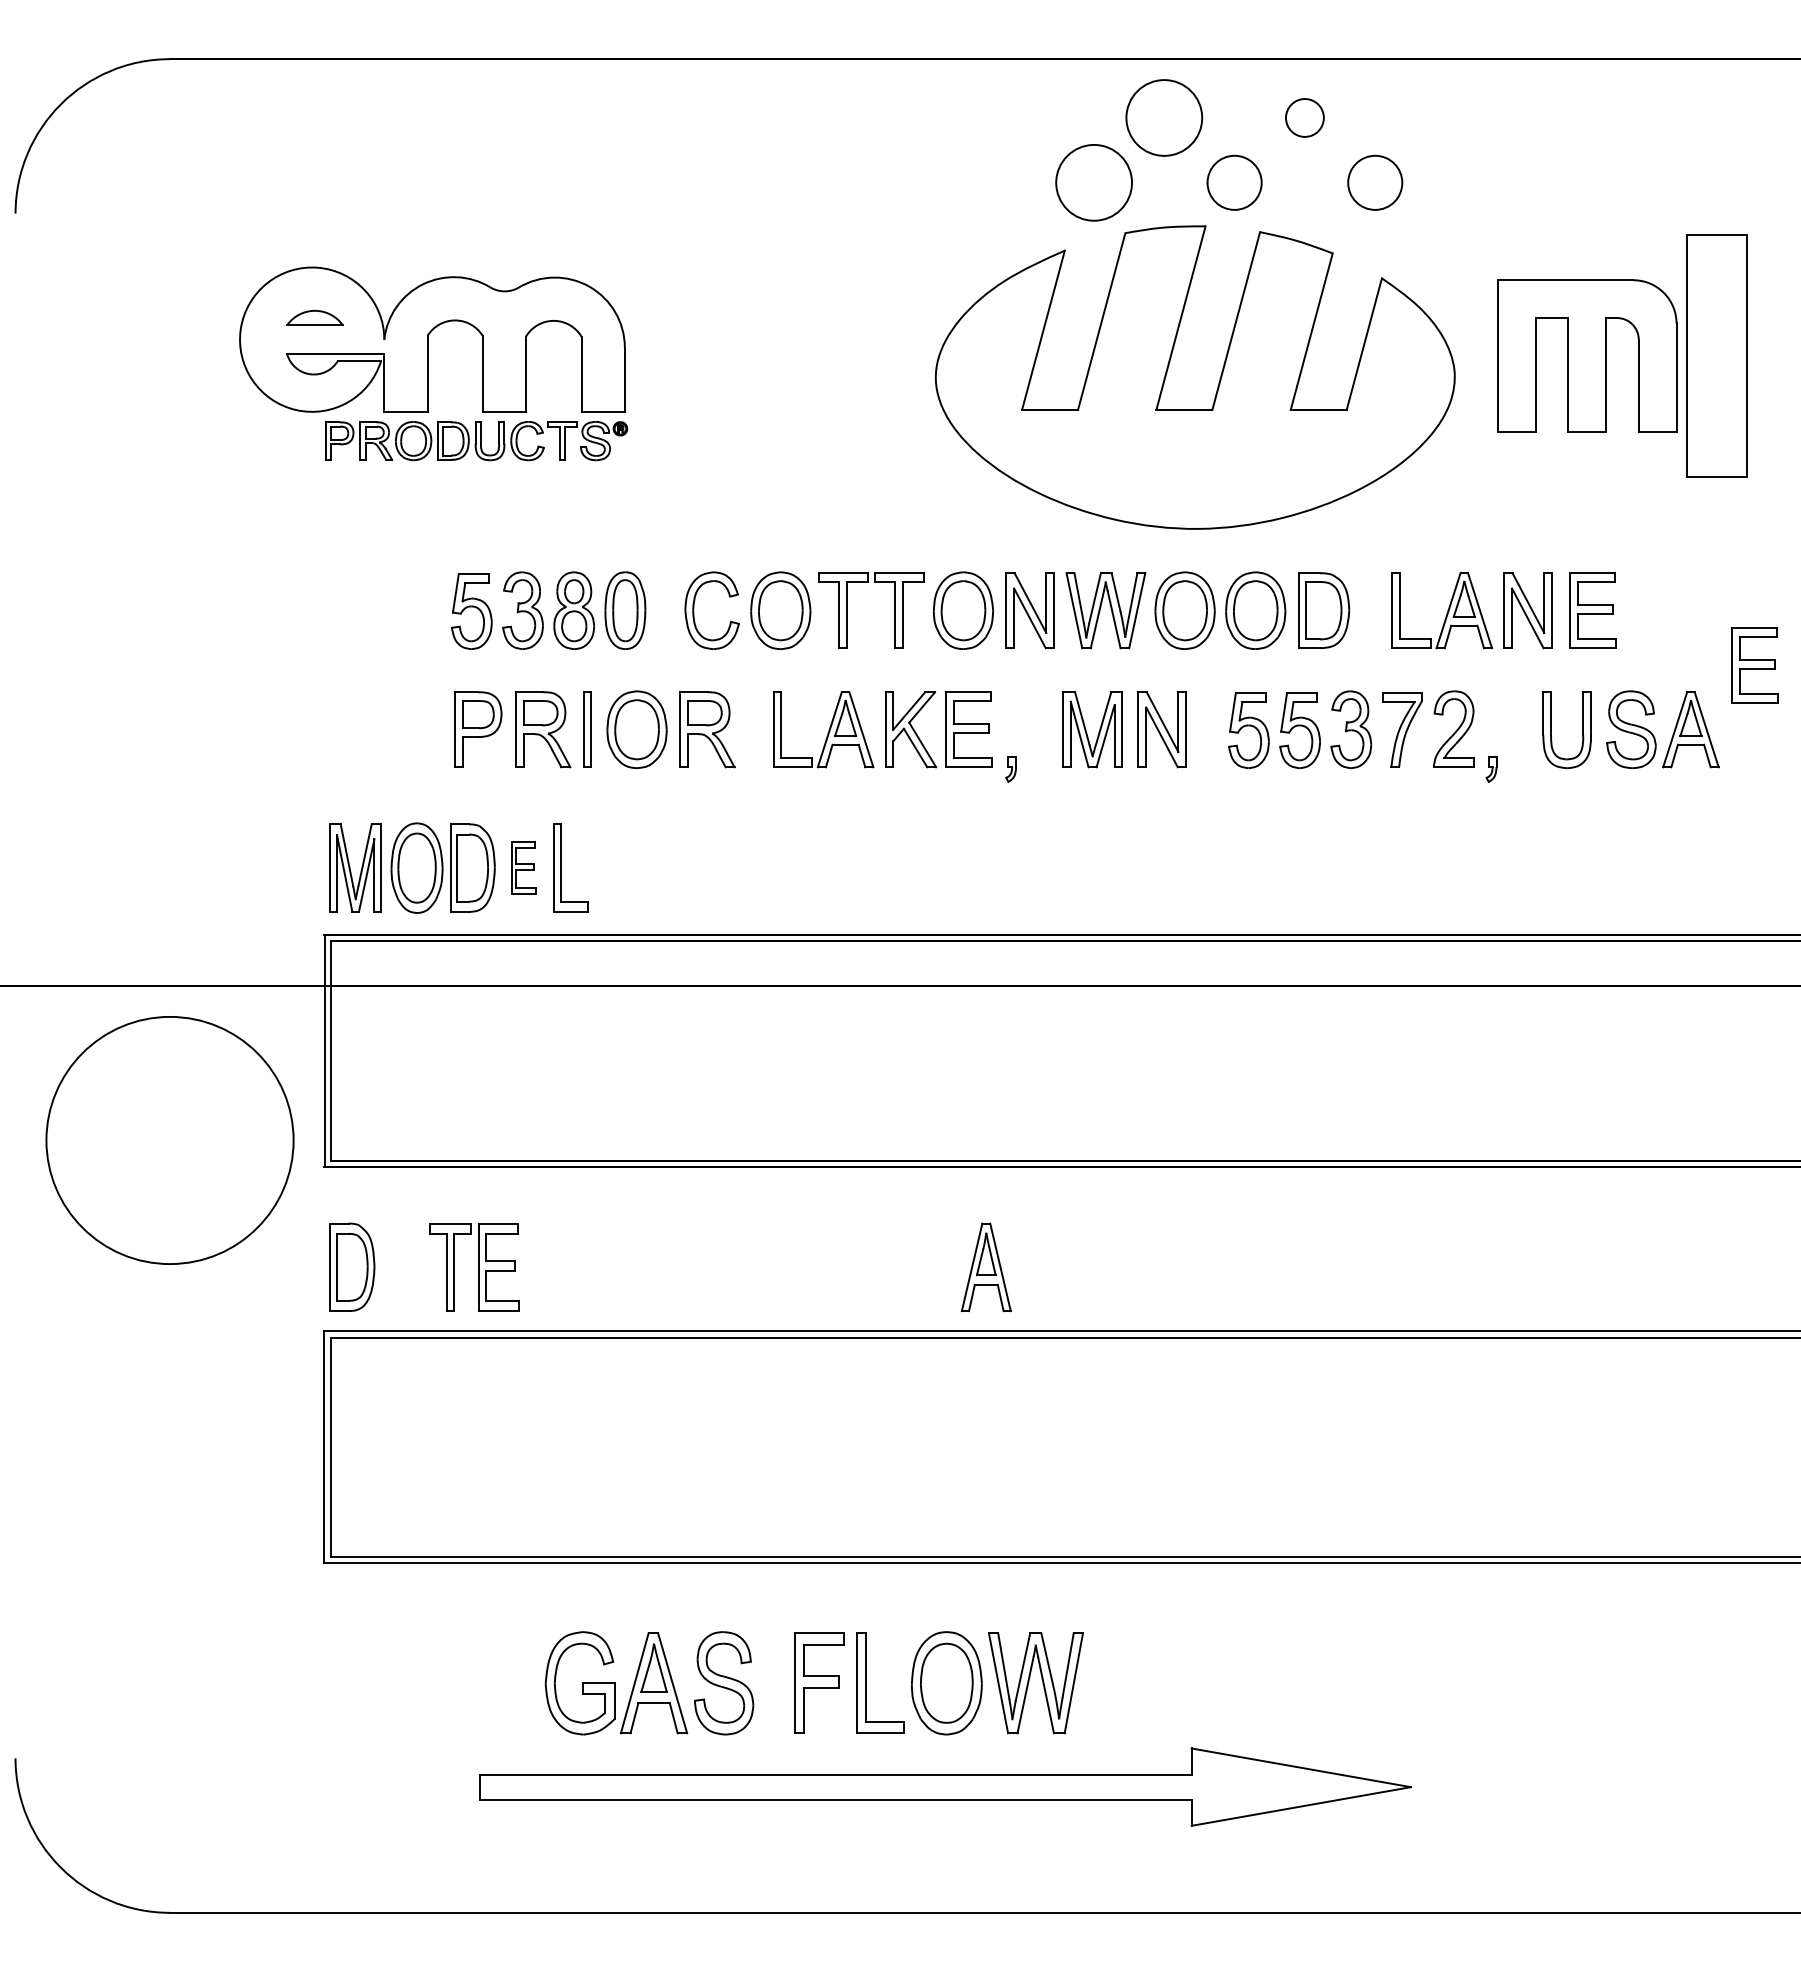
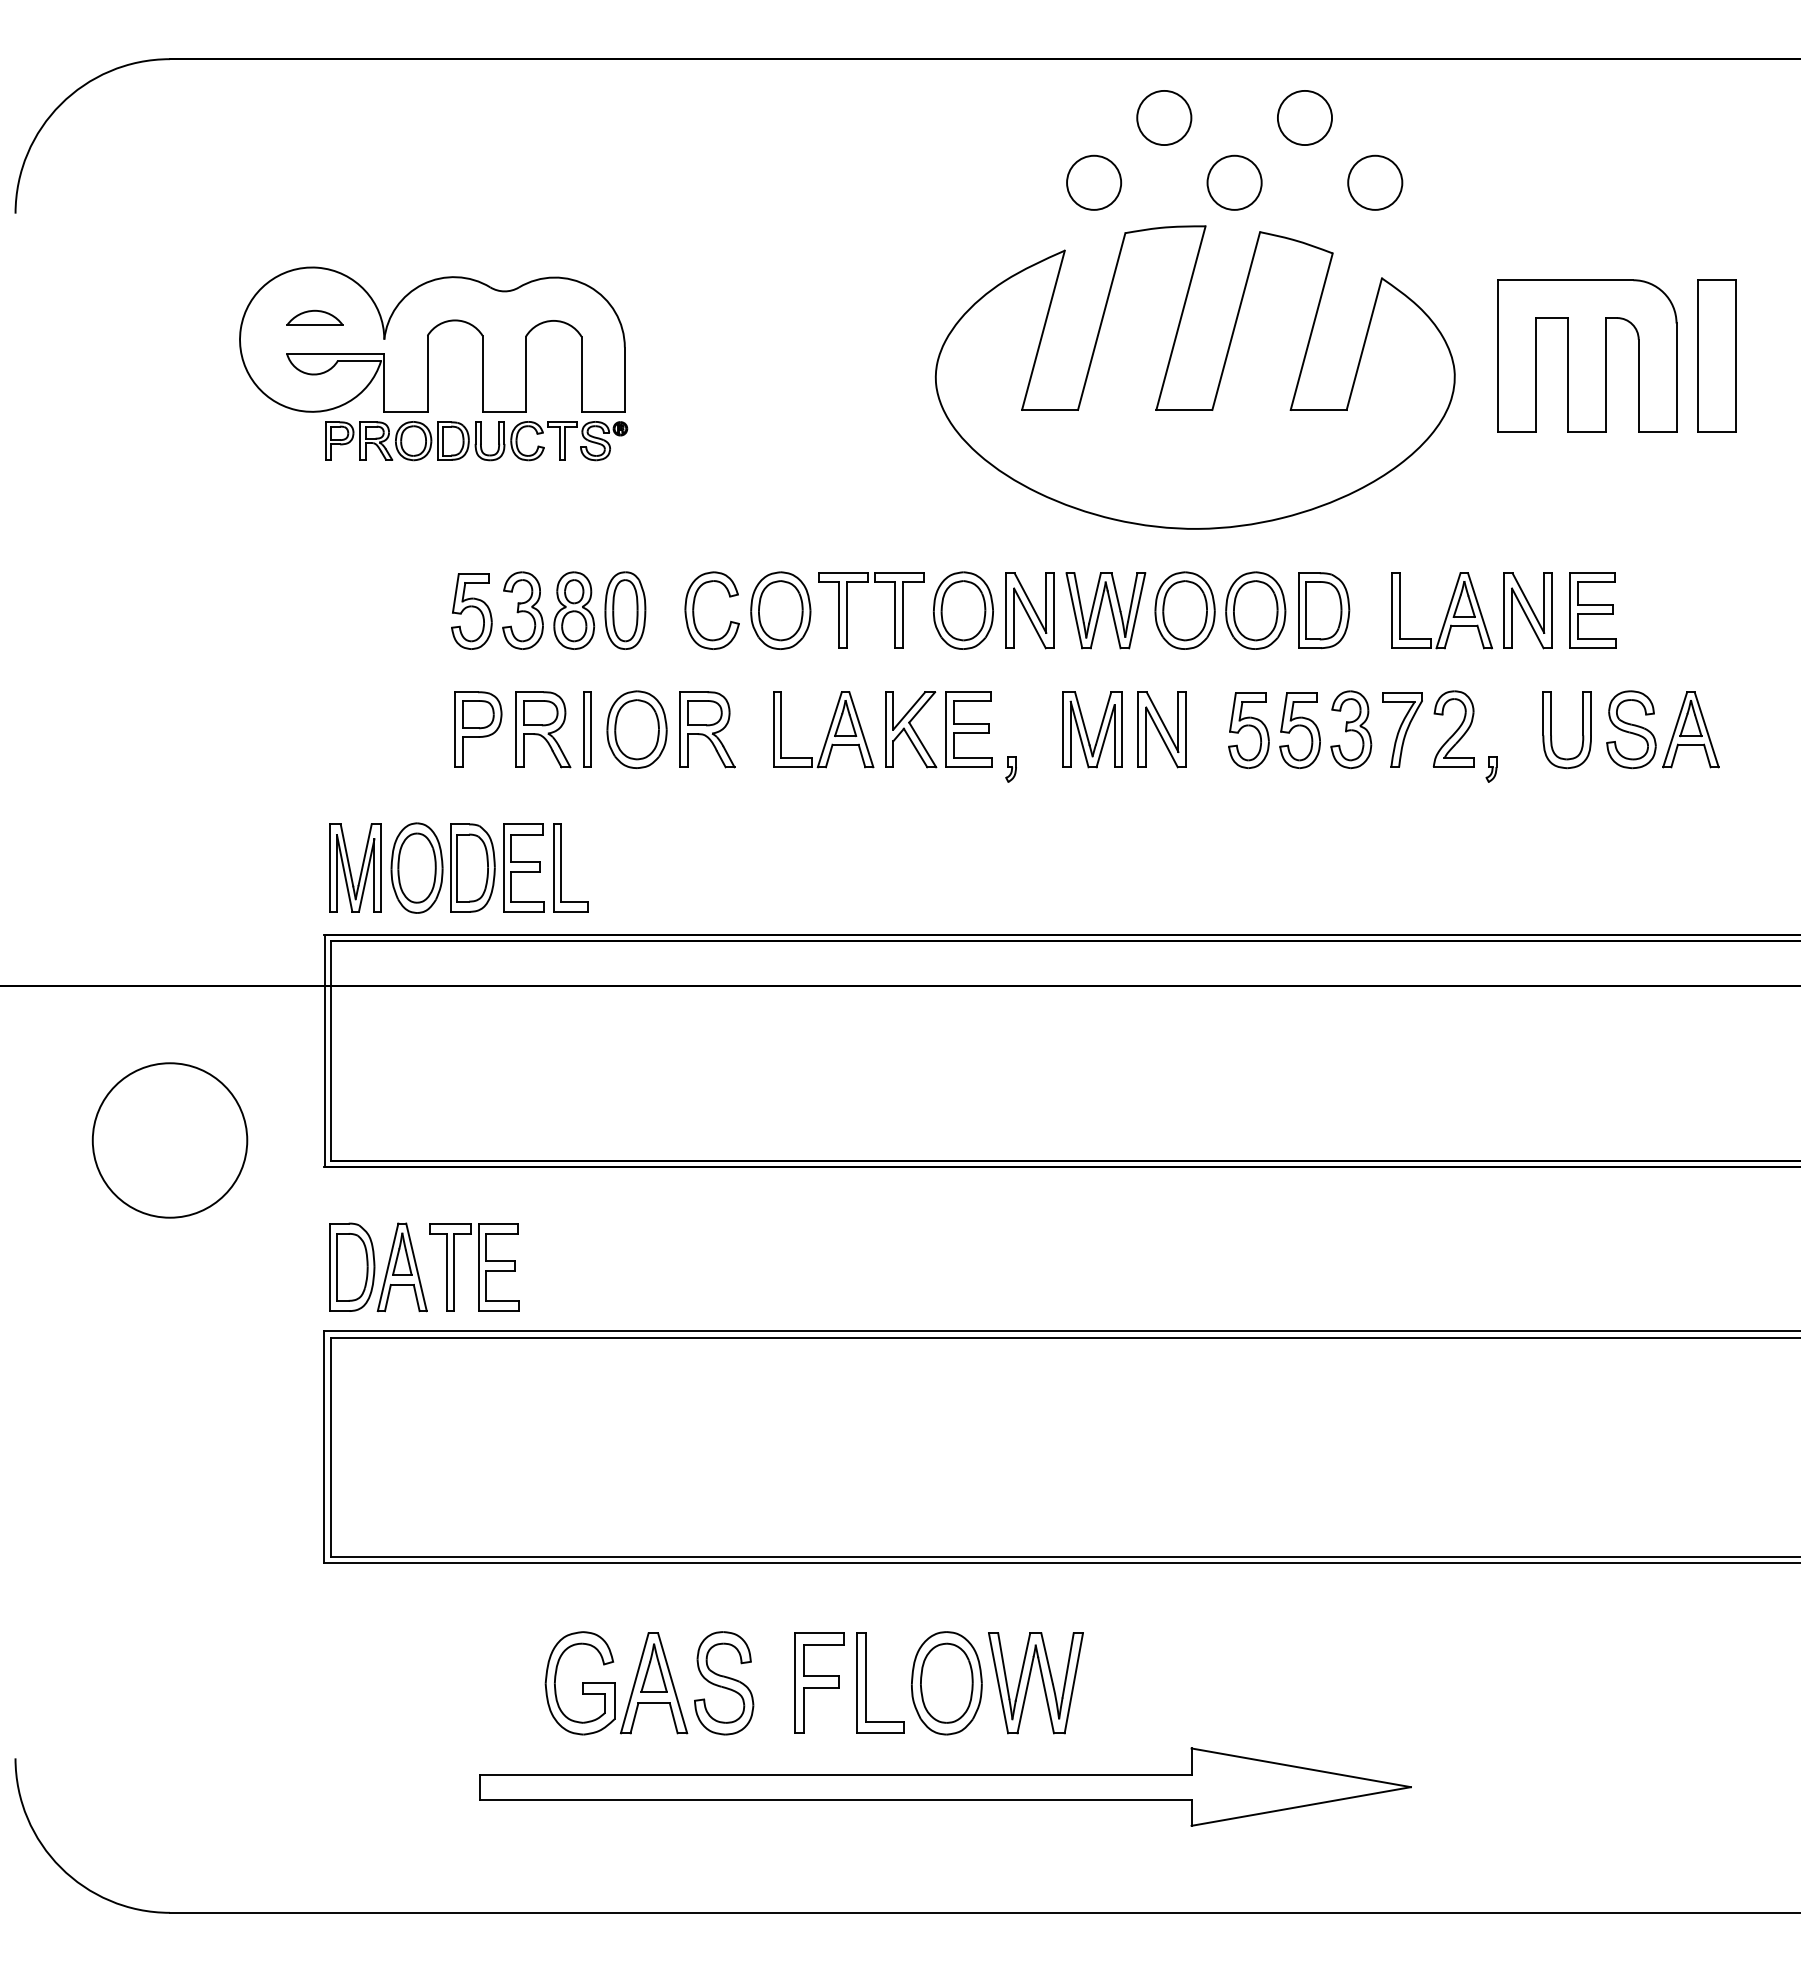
circle at (1164, 117) diameter: 76 px -> 54 px
circle at (1304, 117) diameter: 38 px -> 54 px
circle at (1094, 182) diameter: 76 px -> 54 px
part at (1716, 355) size: 62x244 px -> 40x154 px
part at (1754, 665): present -> none
part at (523, 867) size: 26x54 px -> 42x90 px
circle at (169, 1140) diameter: 247 px -> 154 px
part at (985, 1267) position: (985, 1267) -> (401, 1267)
